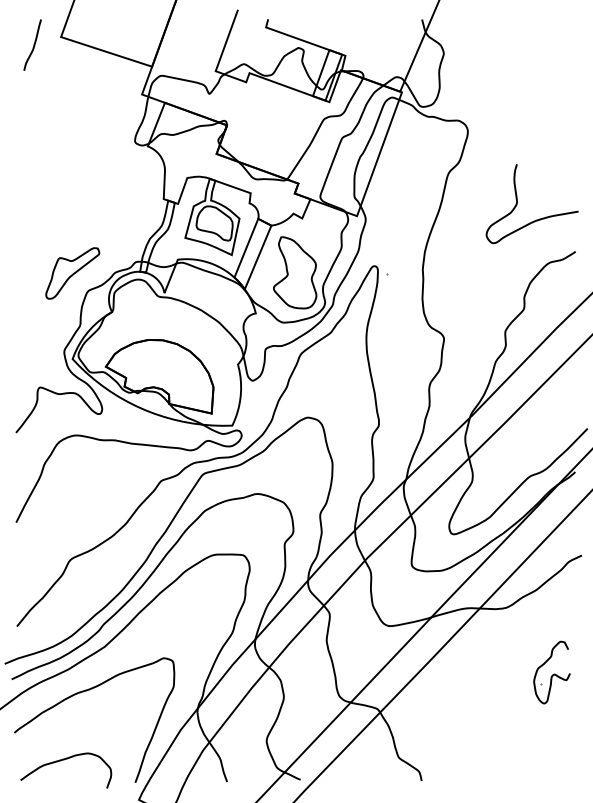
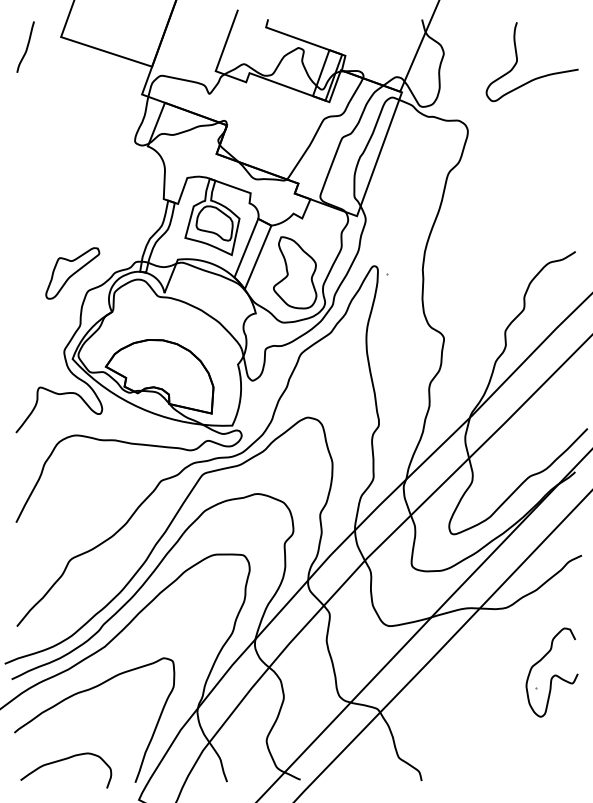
curve at (33, 44) position: (33, 44) -> (26, 46)
curve at (517, 204) position: (517, 204) -> (517, 62)
part at (551, 672) size: 38x65 px -> 54x91 px
